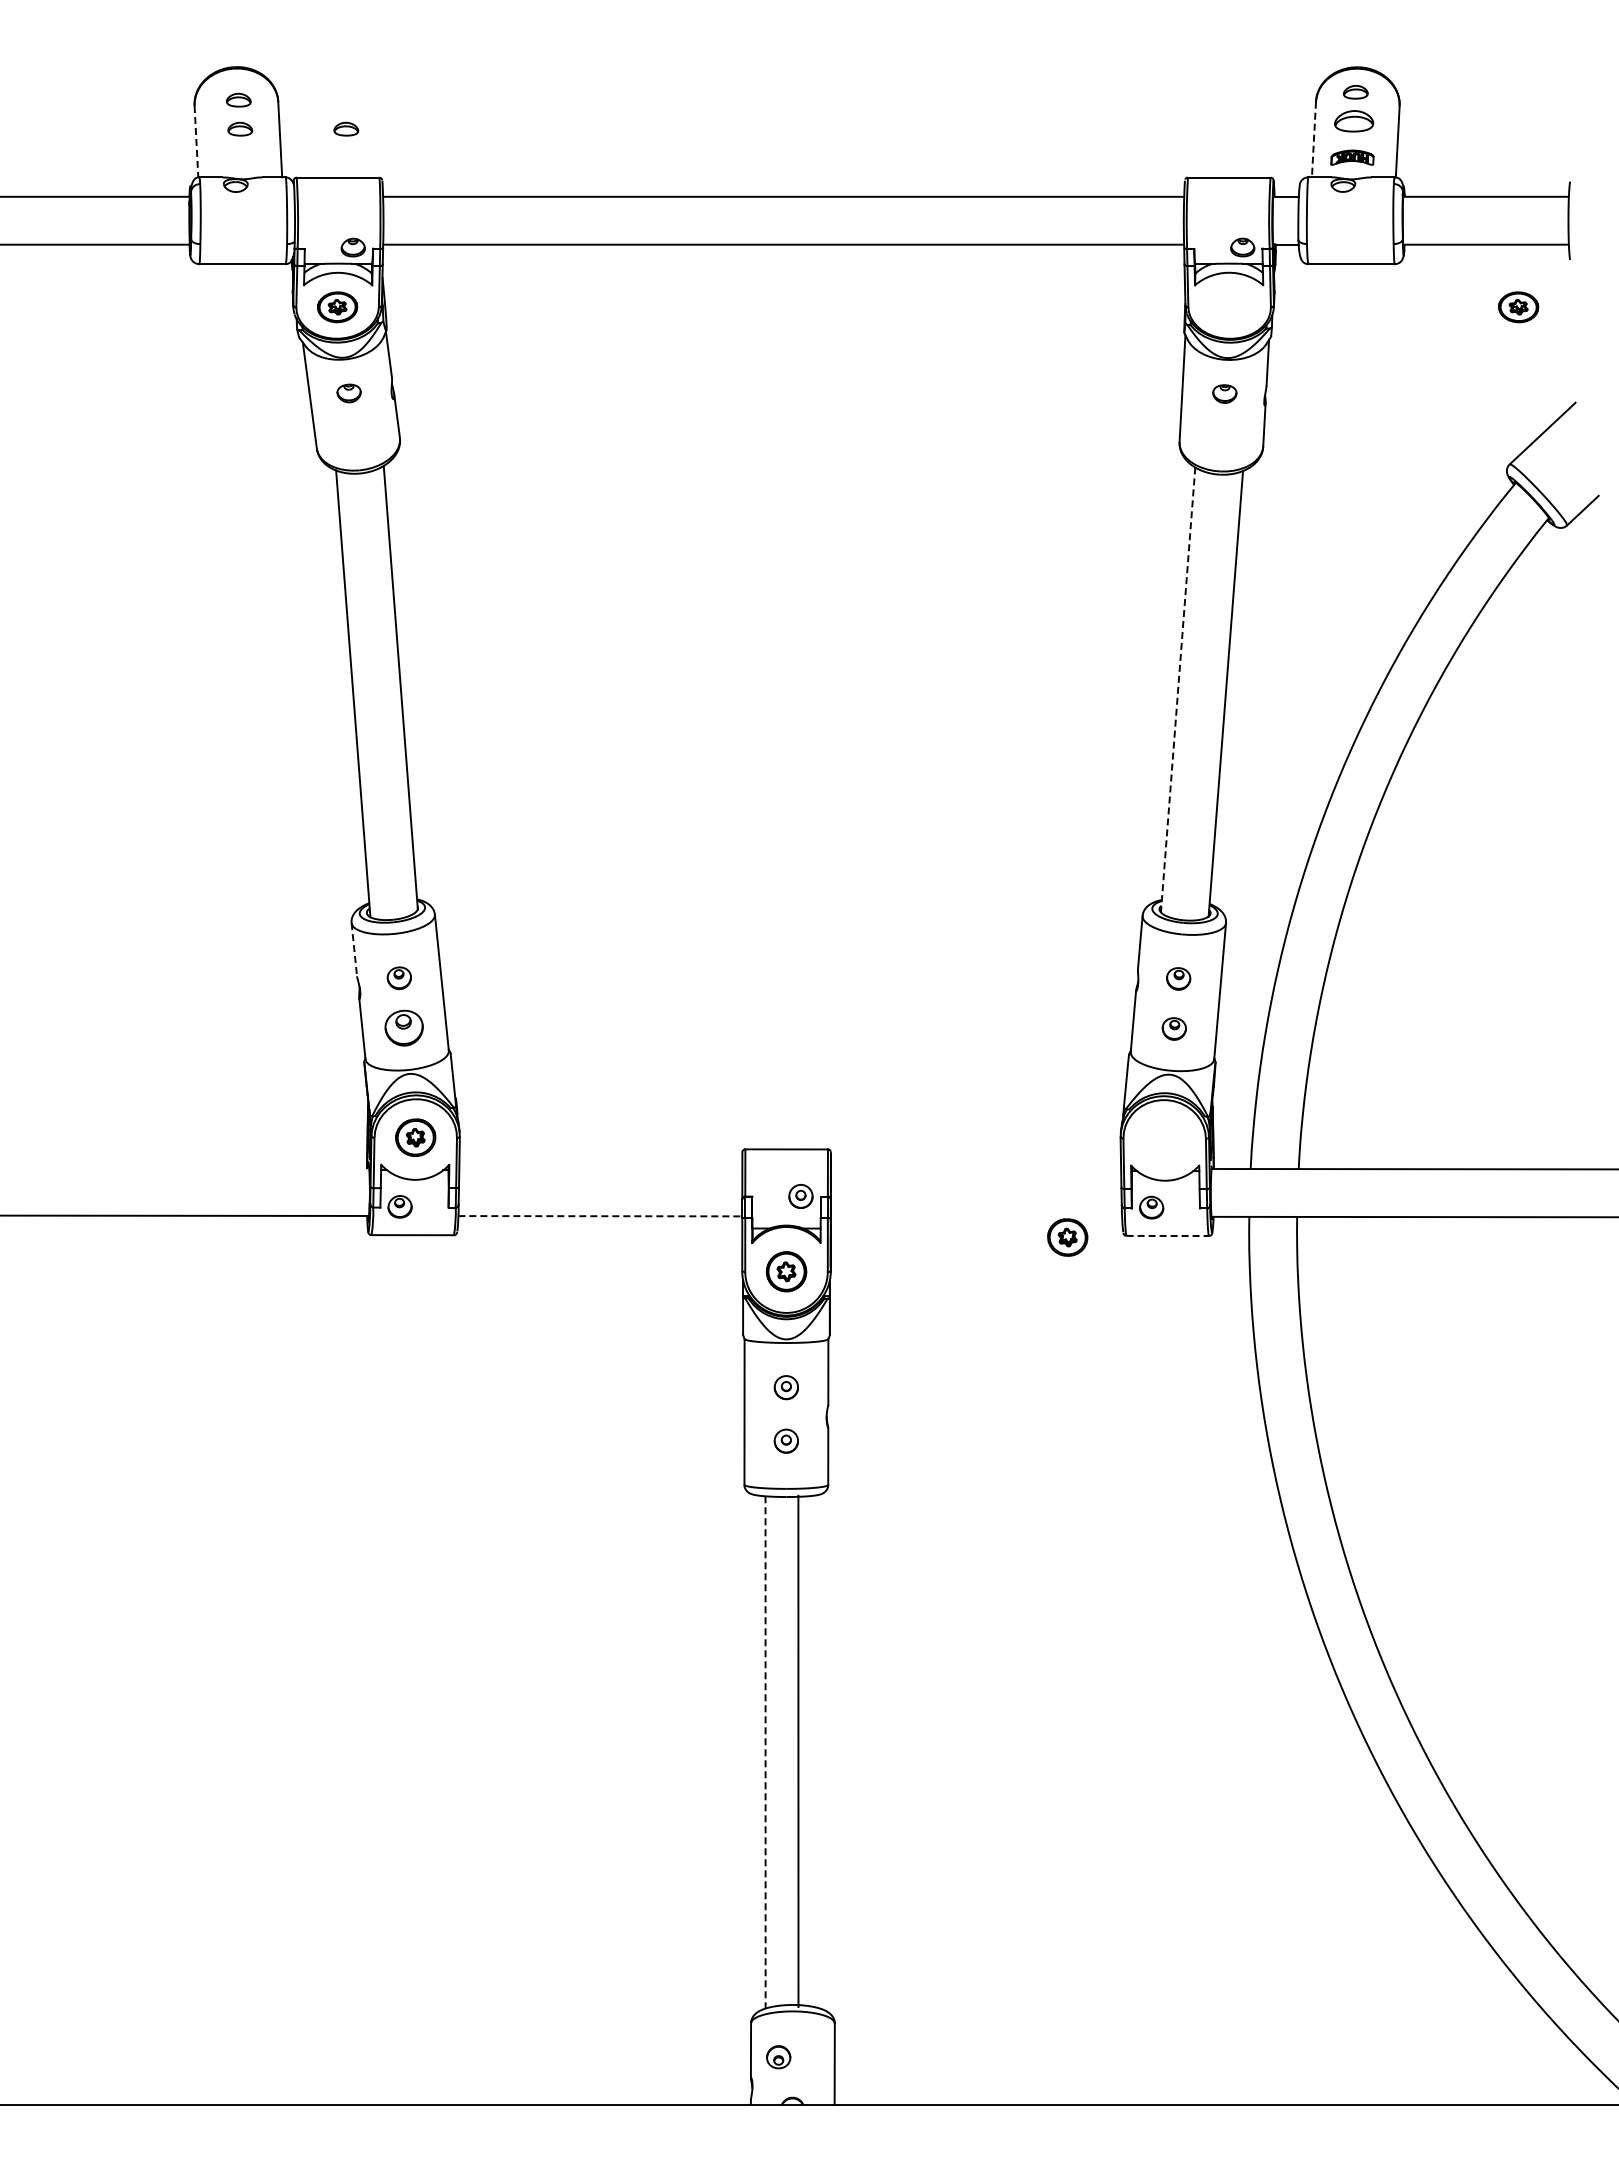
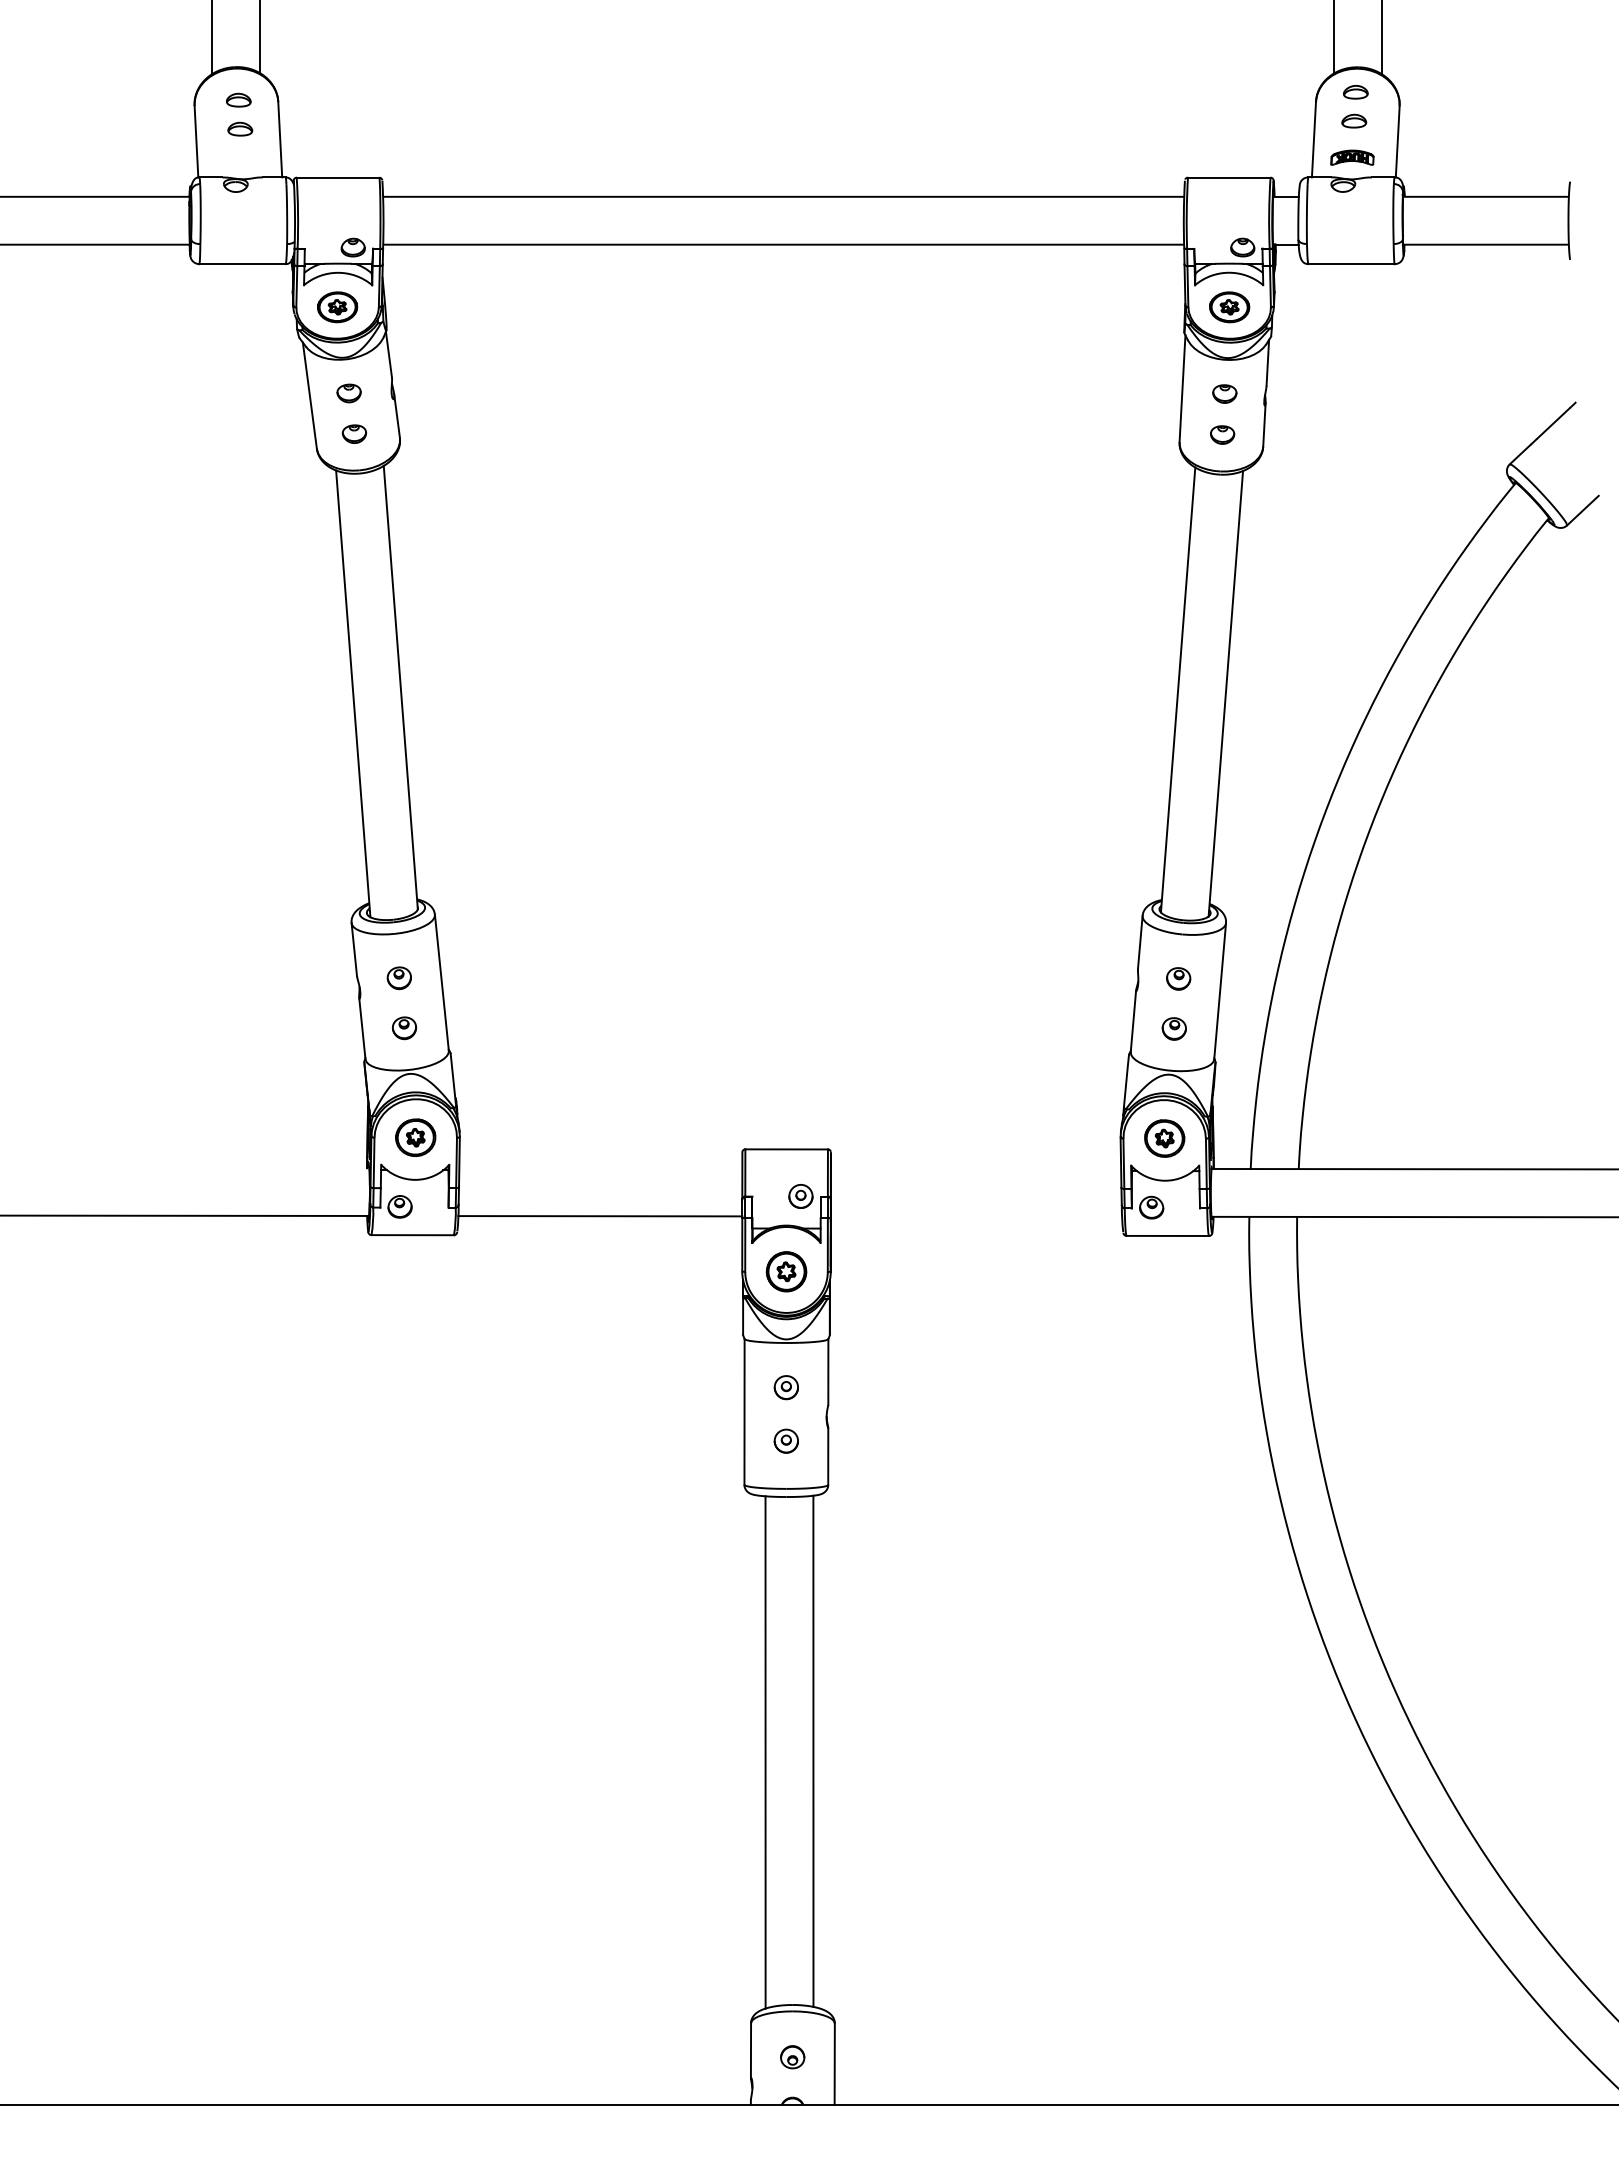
line at (260, 37): none -> present
line at (1334, 37): none -> present
line at (212, 38): none -> present
line at (1382, 38): none -> present
part at (1354, 121) size: 41x23 px -> 27x16 px
part at (346, 128): present -> none
line at (1313, 139): dashed -> solid
line at (196, 141): dashed -> solid
part at (1518, 307) position: (1518, 307) -> (1229, 307)
part at (354, 433): none -> present
part at (1222, 434): none -> present
line at (1178, 690): dashed -> solid
line at (354, 949): dashed -> solid
part at (403, 1027) size: 40x38 px -> 26x25 px
line at (600, 1216): dashed -> solid
line at (1168, 1235): dashed -> solid
part at (1067, 1237) position: (1067, 1237) -> (1164, 1138)
line at (798, 1751) position: (798, 1751) -> (813, 1751)
line at (765, 1753): dashed -> solid
part at (778, 2057) position: (778, 2057) -> (792, 2057)
